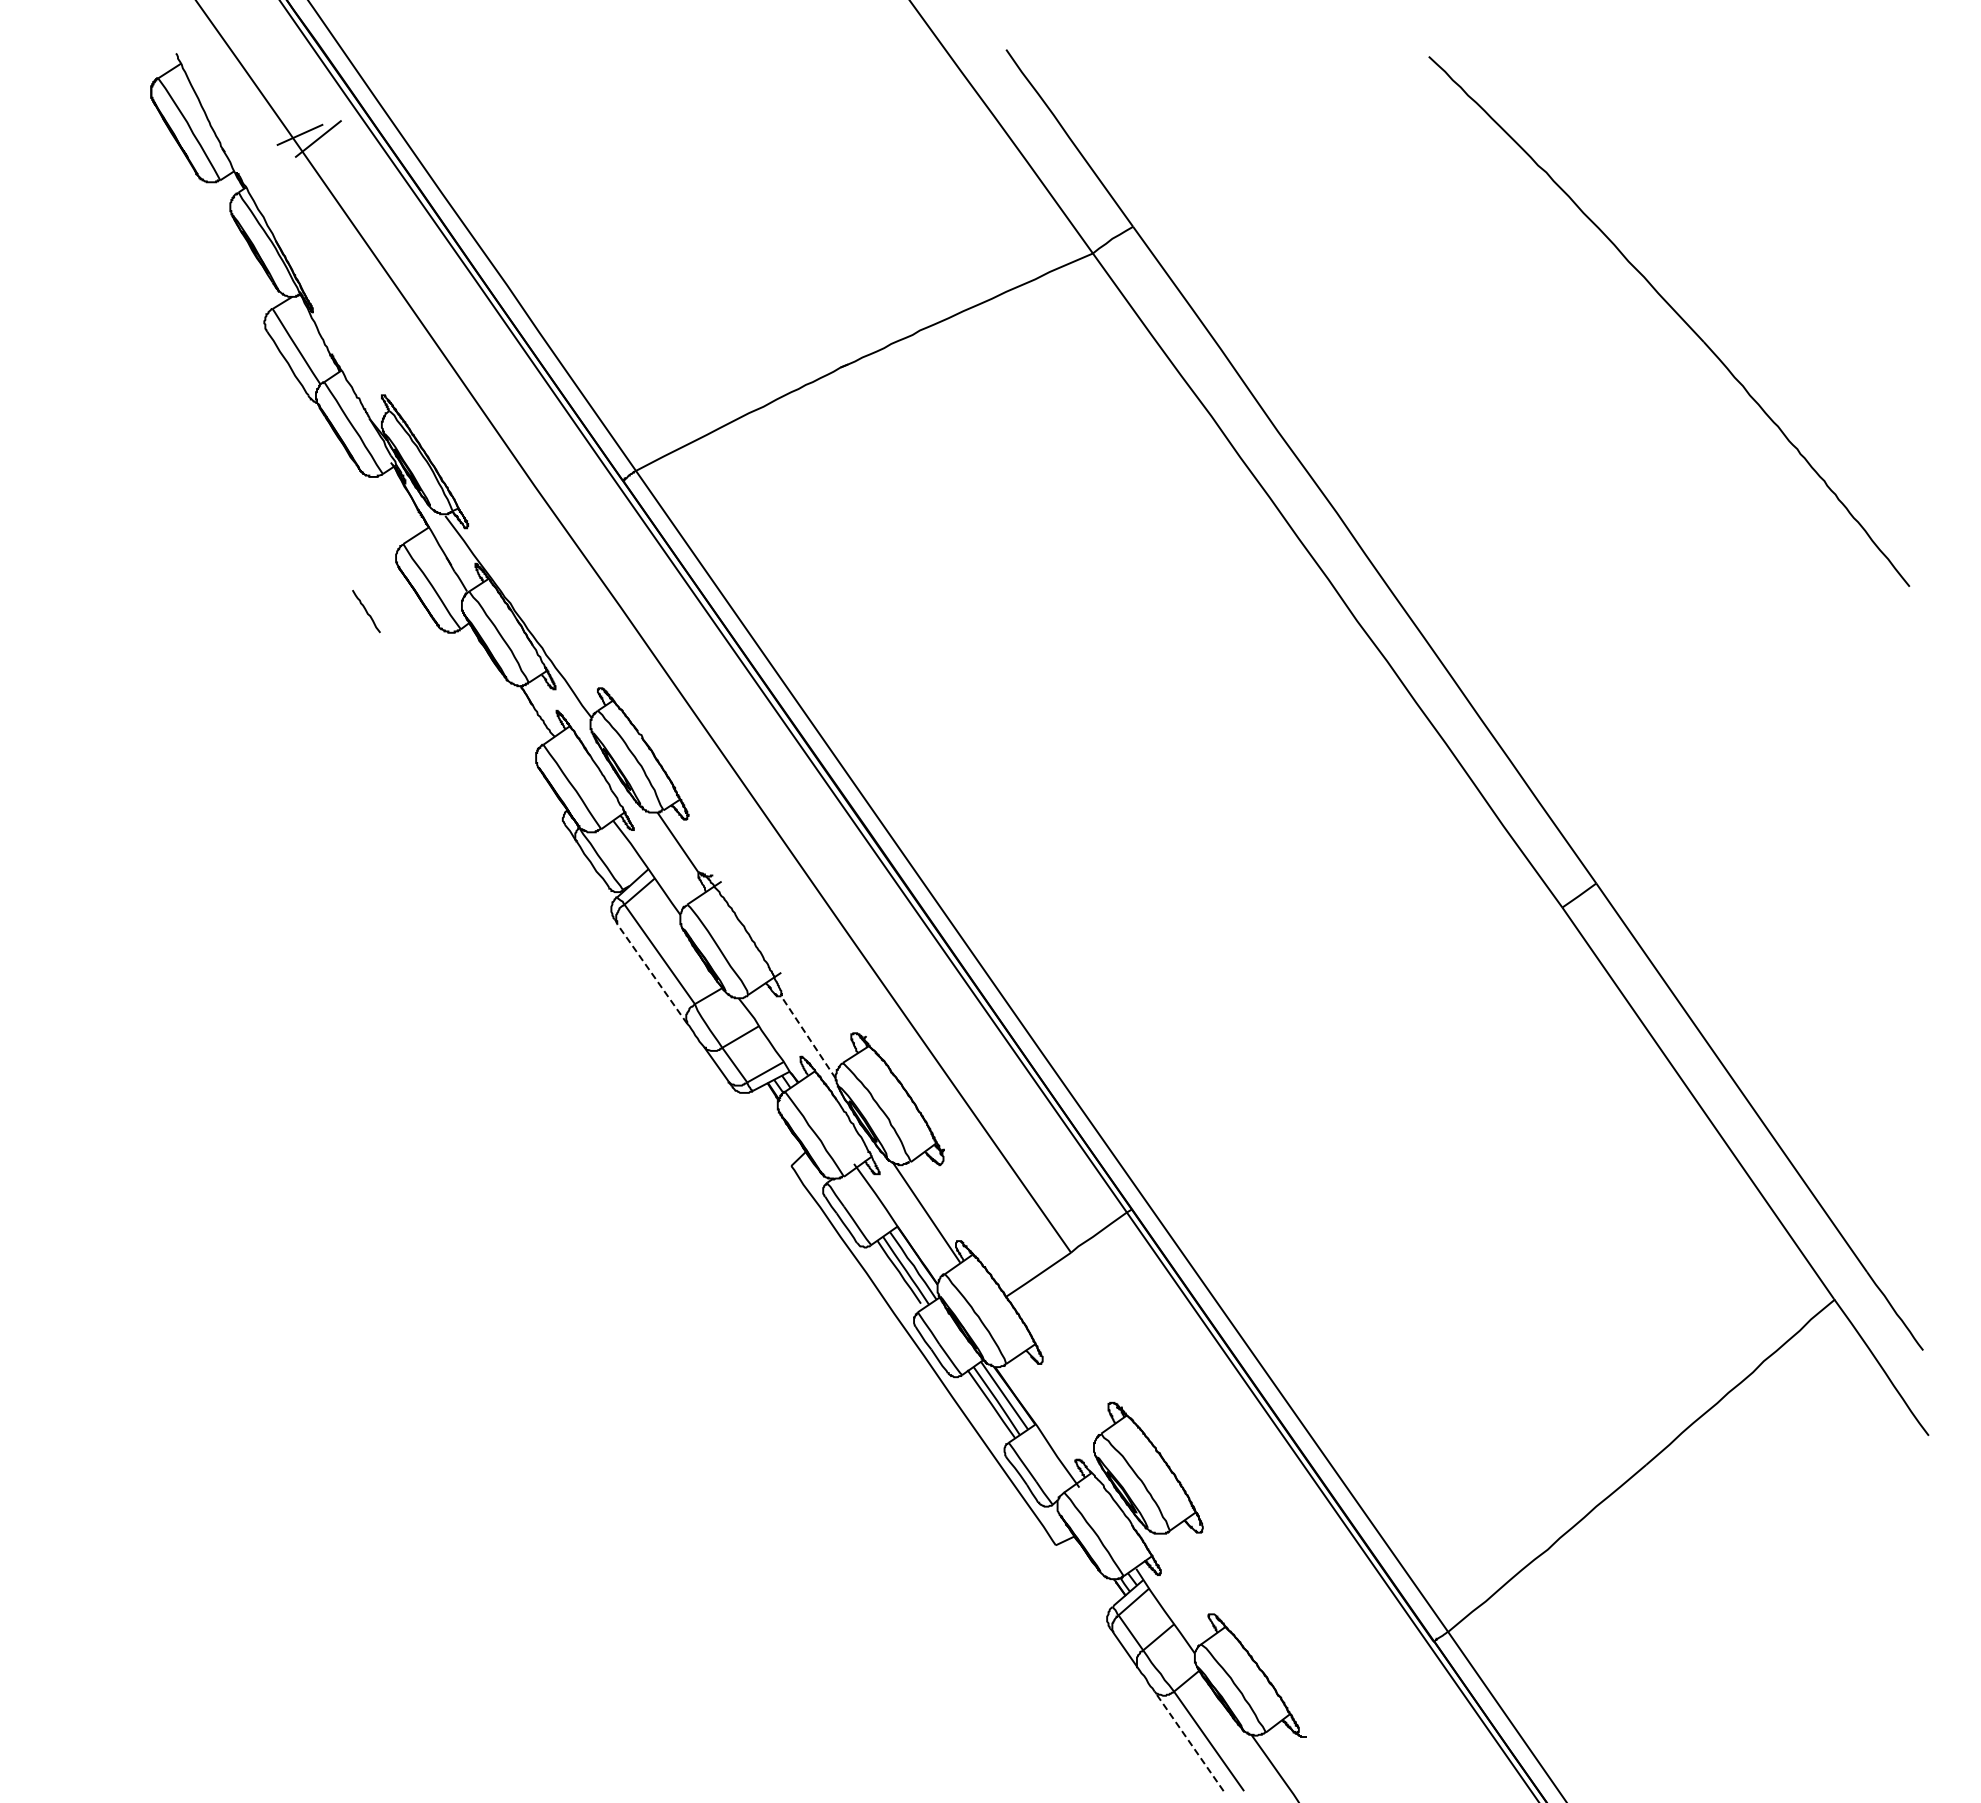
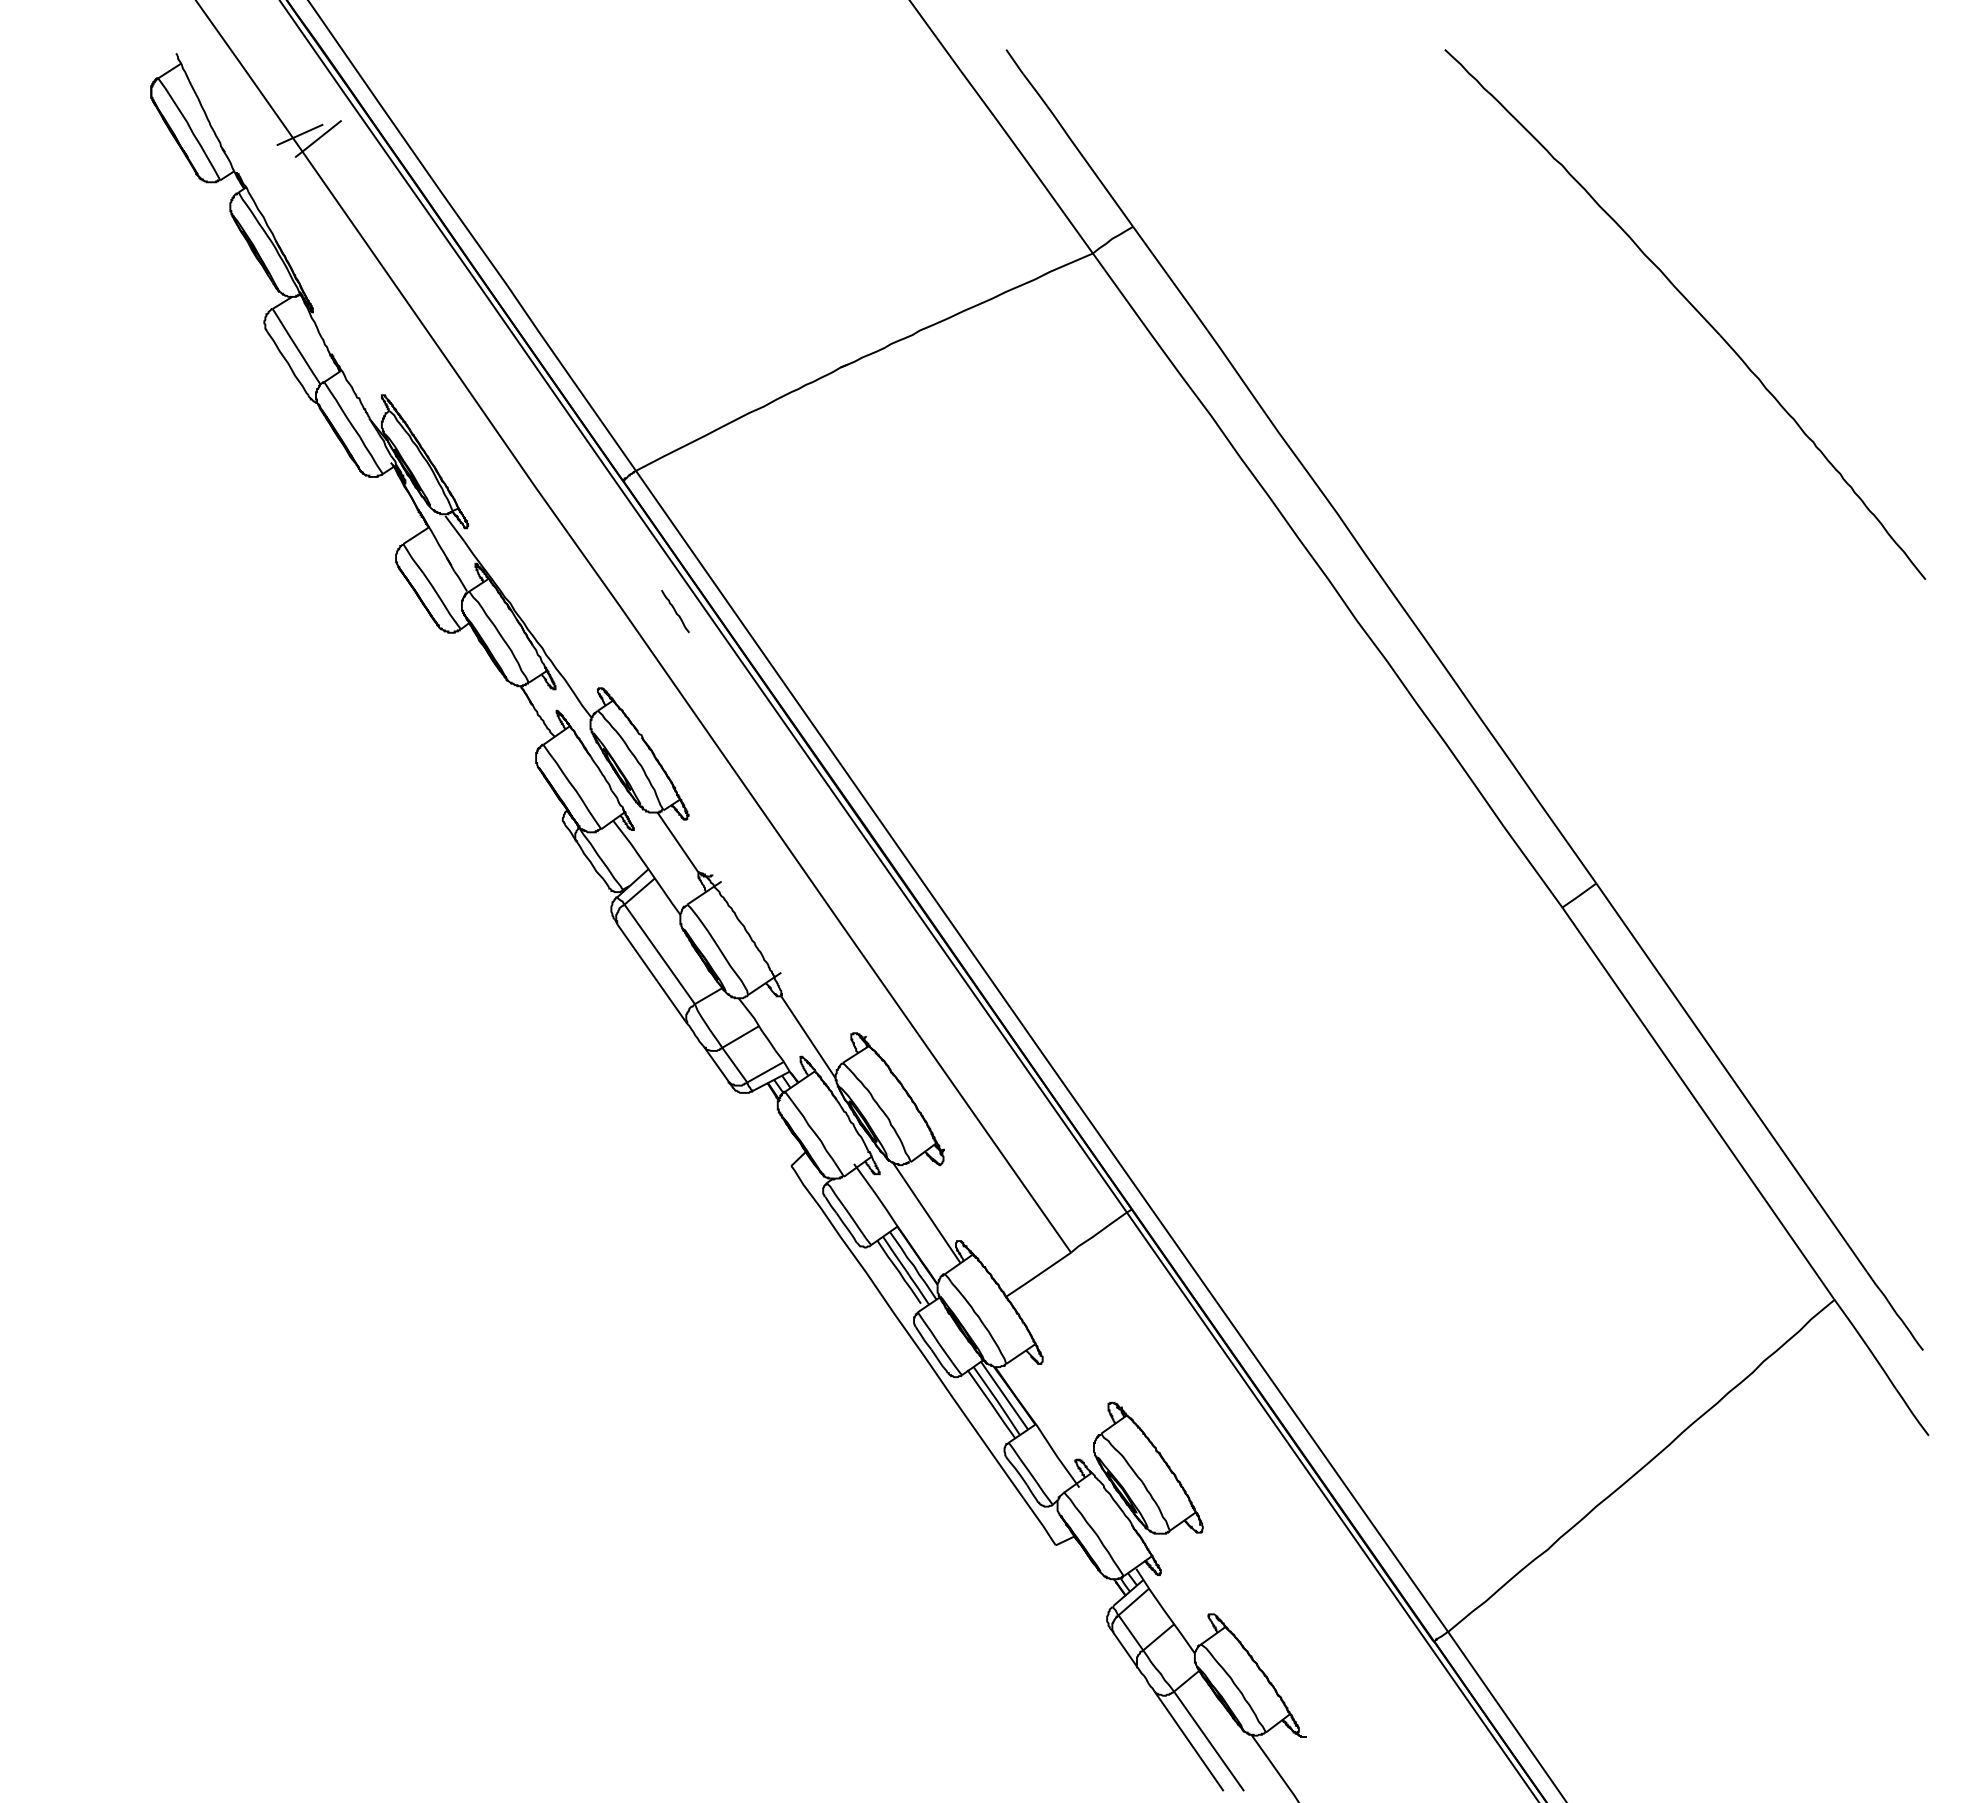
part at (1676, 314) position: (1676, 314) -> (1692, 307)
curve at (366, 611) position: (366, 611) -> (675, 611)
line at (652, 974): dashed -> solid
line at (808, 1036): dashed -> solid
line at (1189, 1741): dashed -> solid
